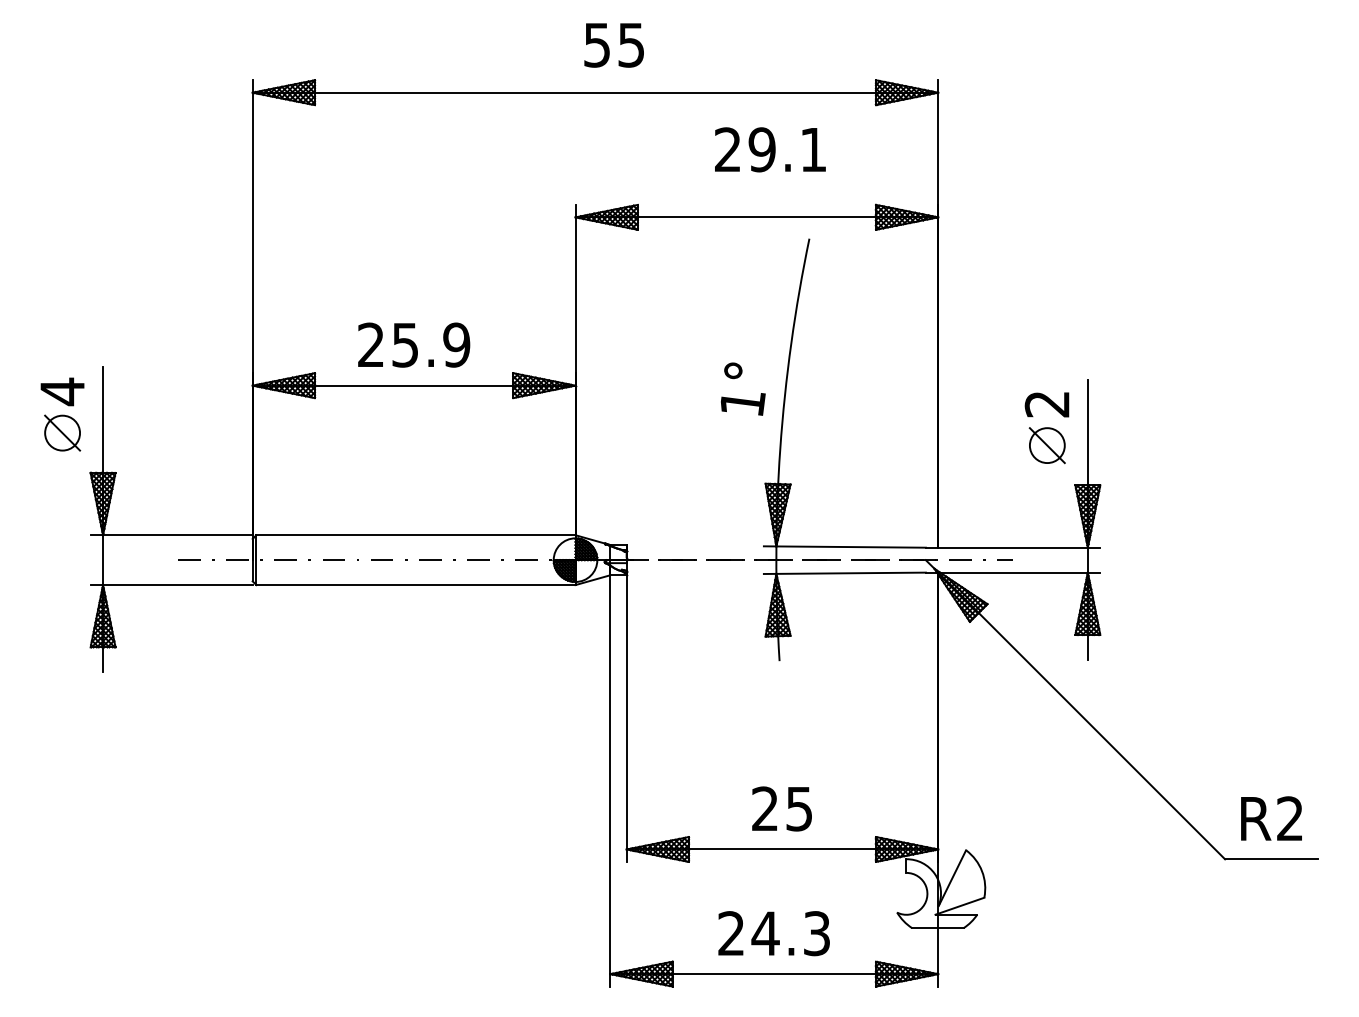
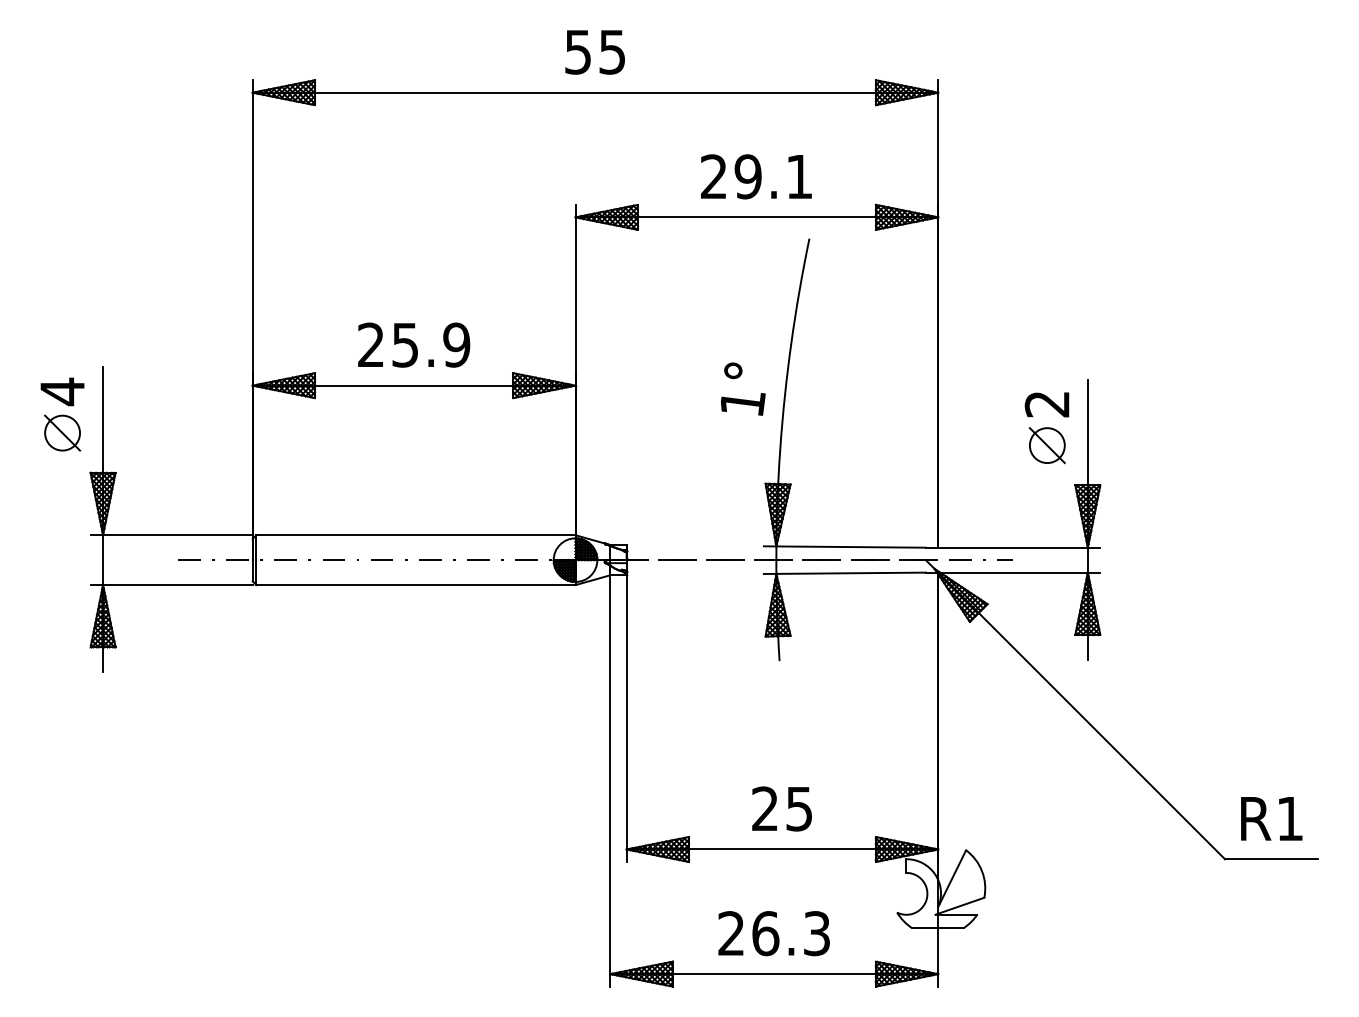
text at (613, 45) position: (613, 45) -> (594, 52)
text at (770, 149) position: (770, 149) -> (756, 176)
text at (1289, 818): R2 -> R1
text at (765, 933): 24.3 -> 26.3
